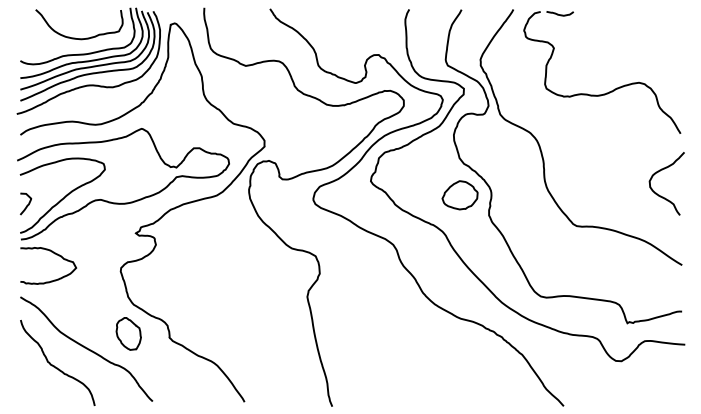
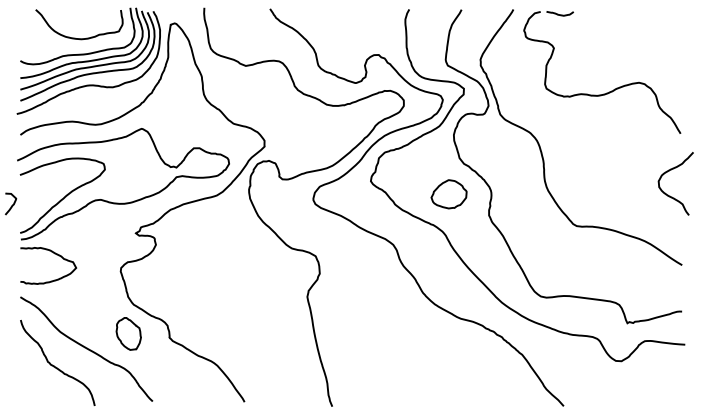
part at (459, 195) position: (459, 195) -> (448, 194)
curve at (661, 195) position: (661, 195) -> (670, 195)
curve at (27, 204) position: (27, 204) -> (12, 204)
